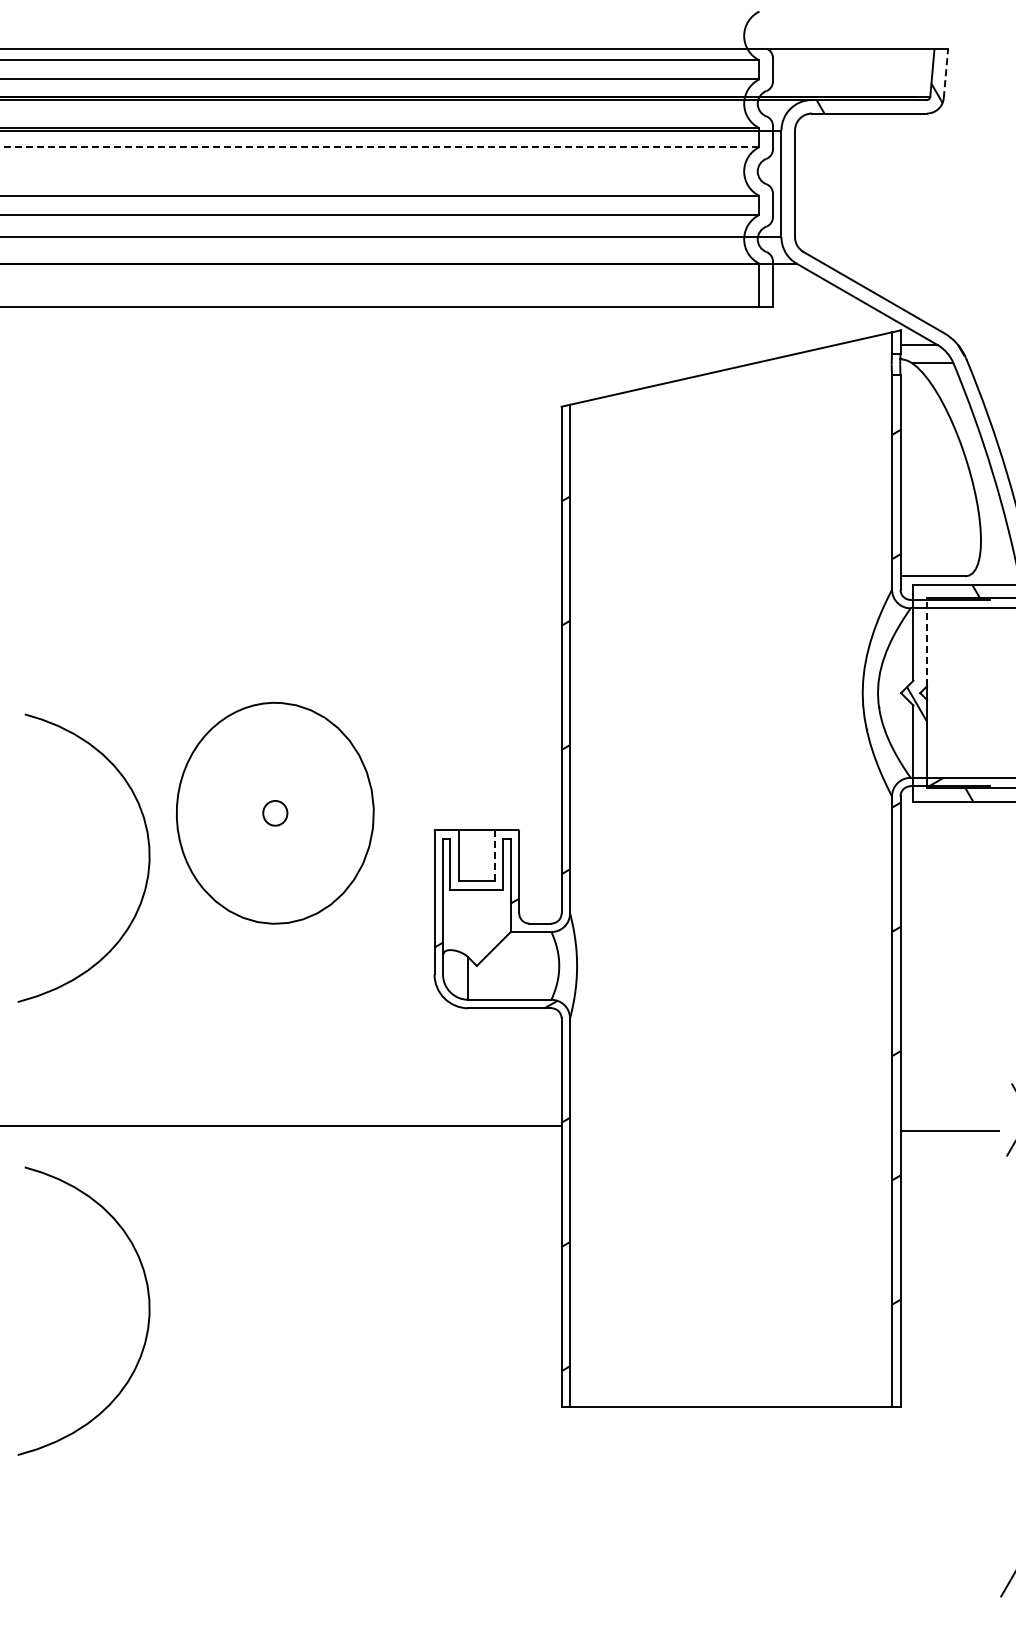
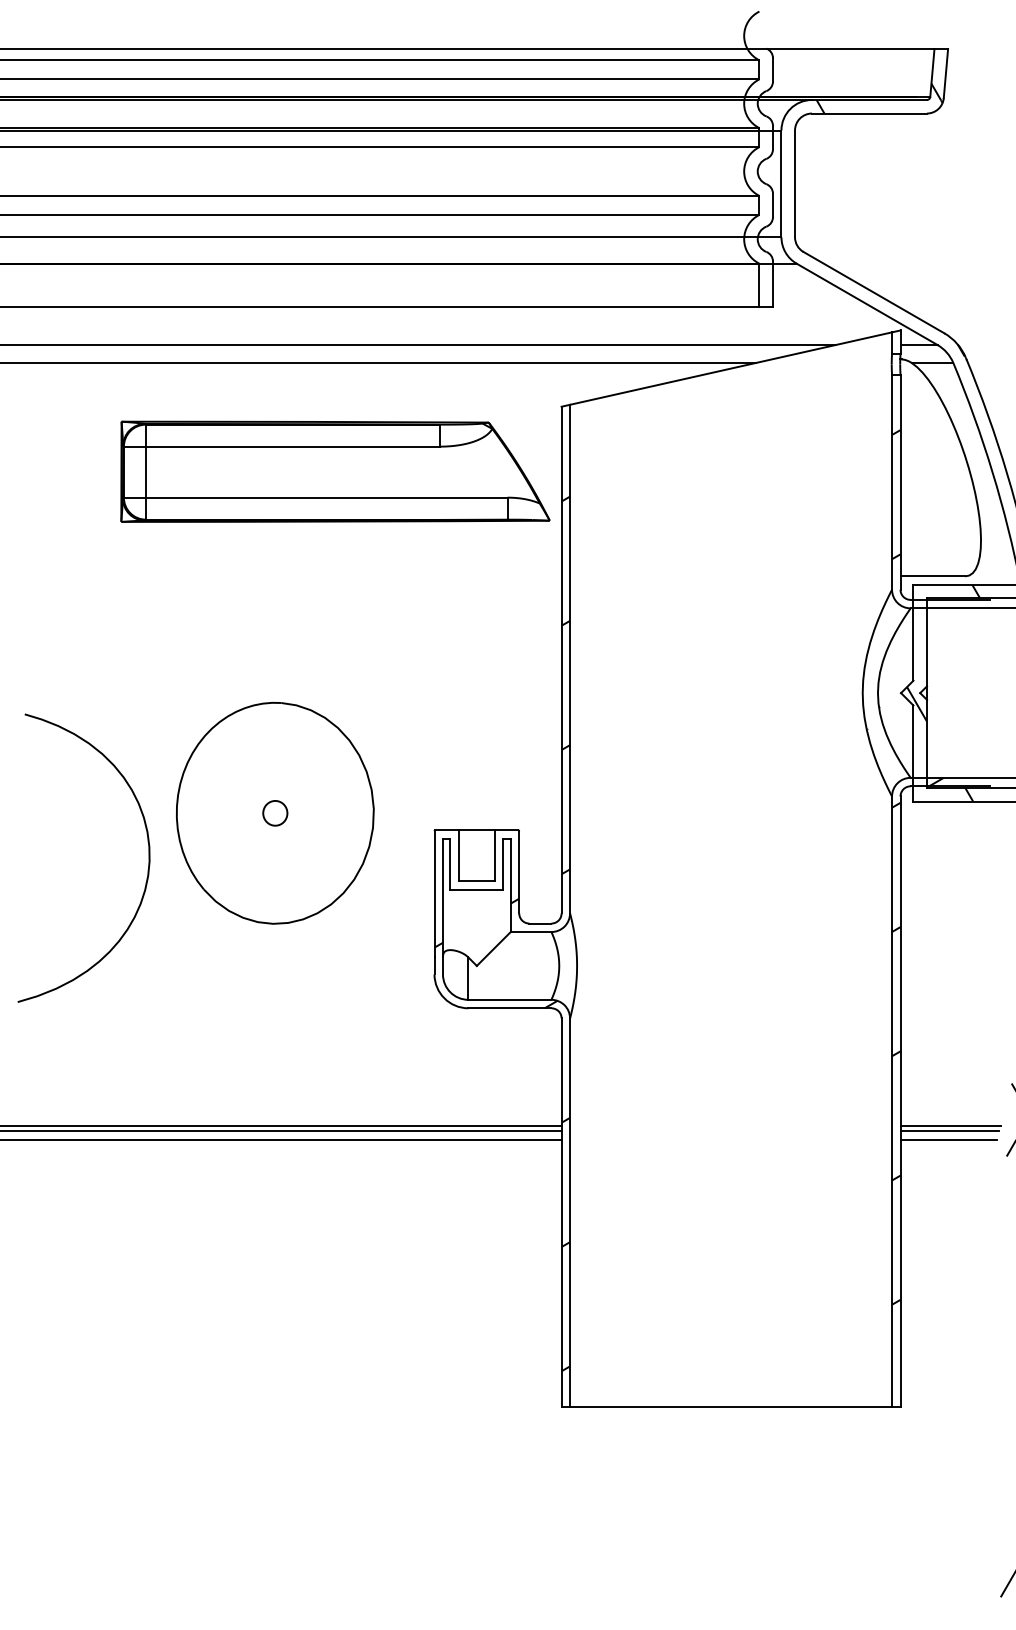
line at (945, 73): dashed -> solid
line at (379, 147): dashed -> solid
line at (418, 345): none -> present
line at (378, 362): none -> present
part at (335, 471): none -> present
line at (927, 641): dashed -> solid
line at (494, 856): dashed -> solid
line at (950, 1126): none -> present
line at (281, 1131): none -> present
line at (281, 1139): none -> present
line at (948, 1139): none -> present
curve at (148, 1310): present -> none
